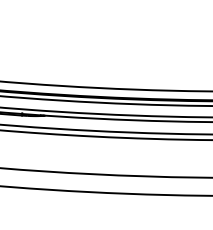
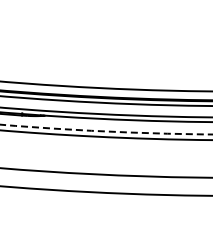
arc at (106, 131): solid -> dashed
